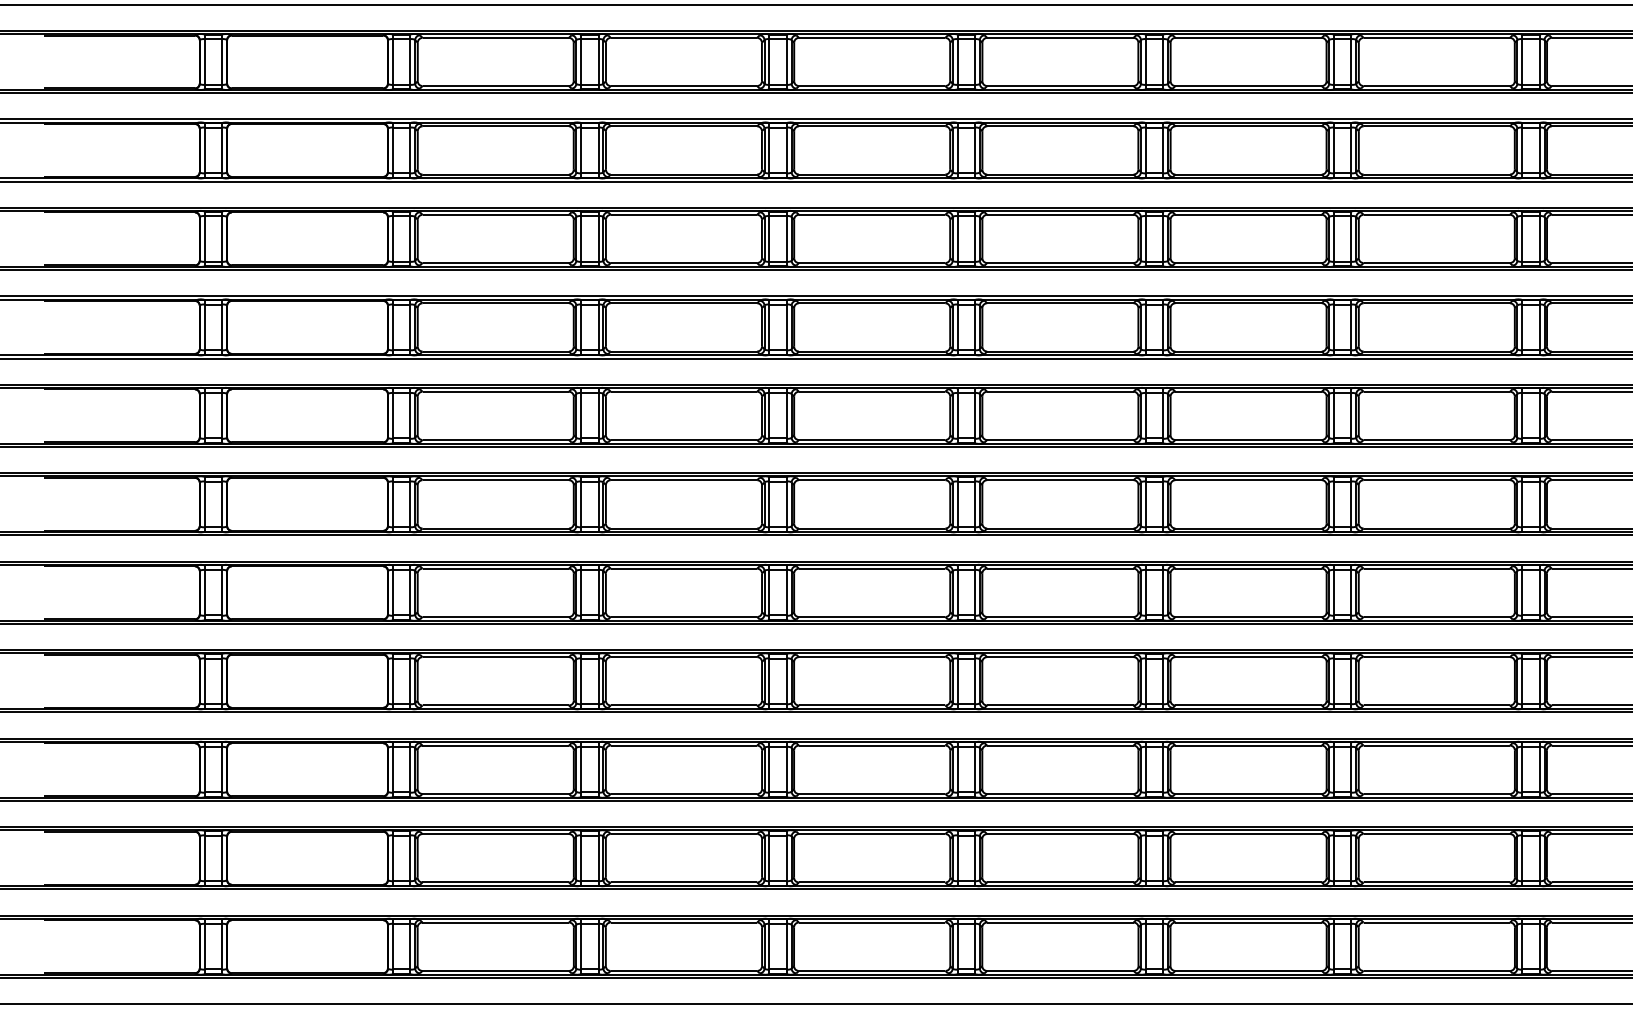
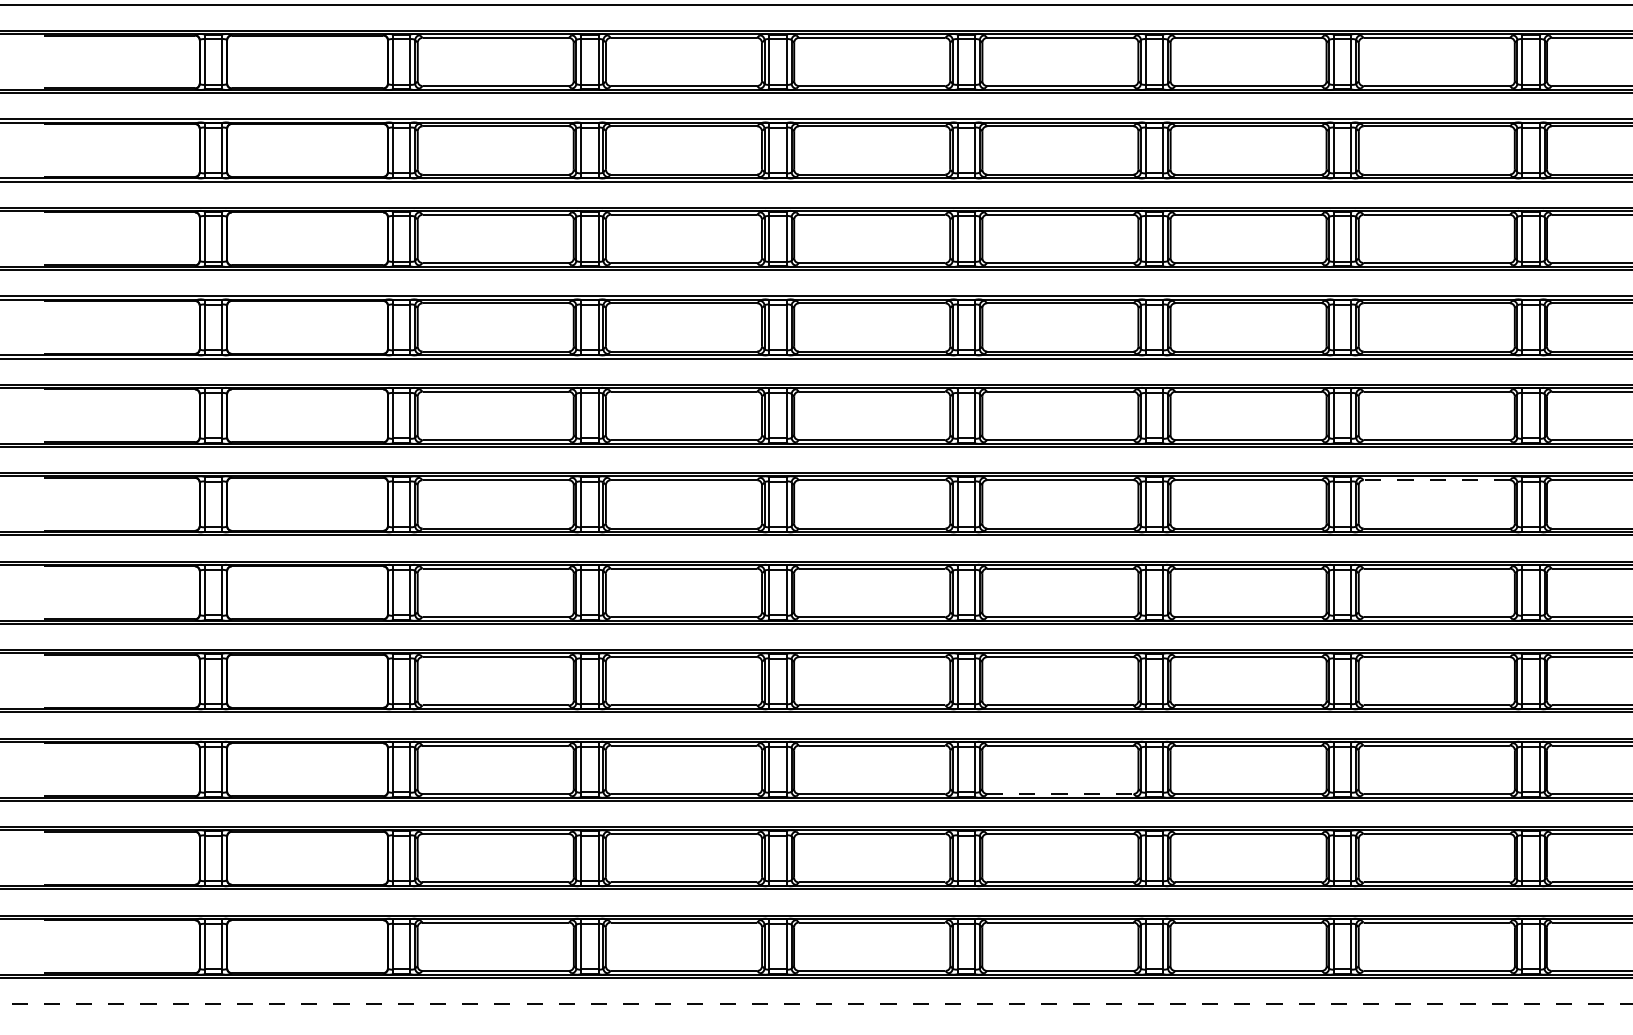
line at (1436, 480): solid -> dashed
line at (1060, 793): solid -> dashed
line at (816, 1004): solid -> dashed
